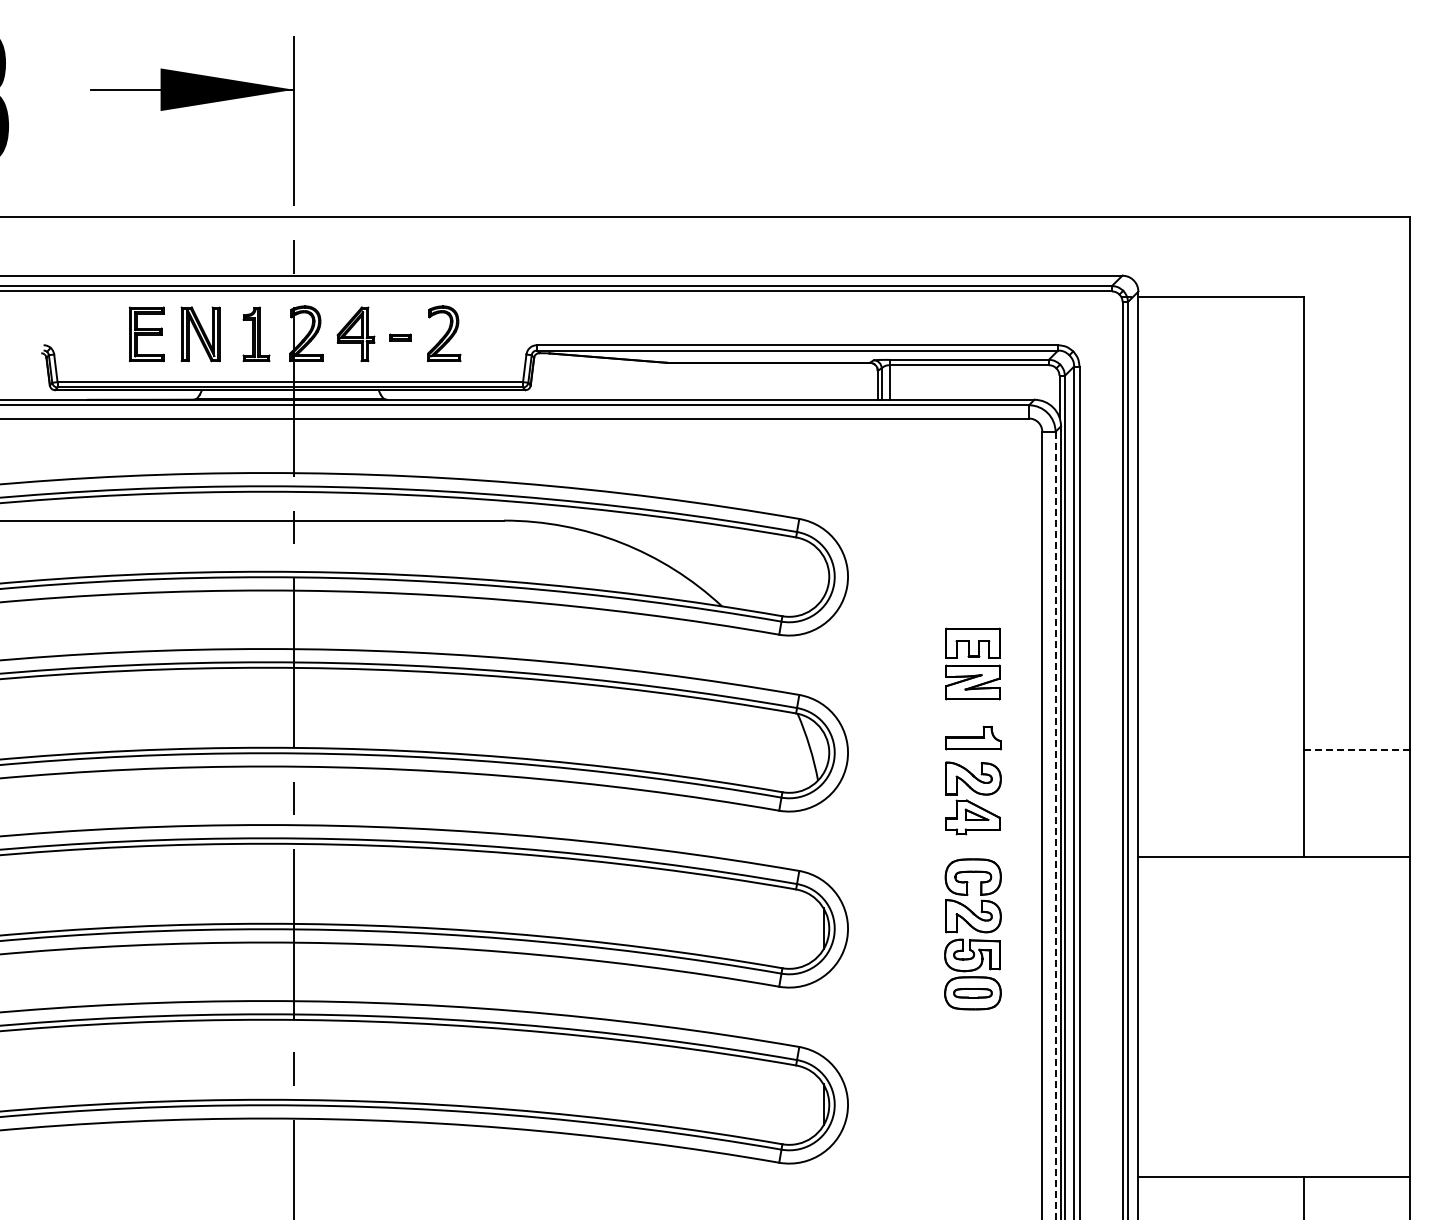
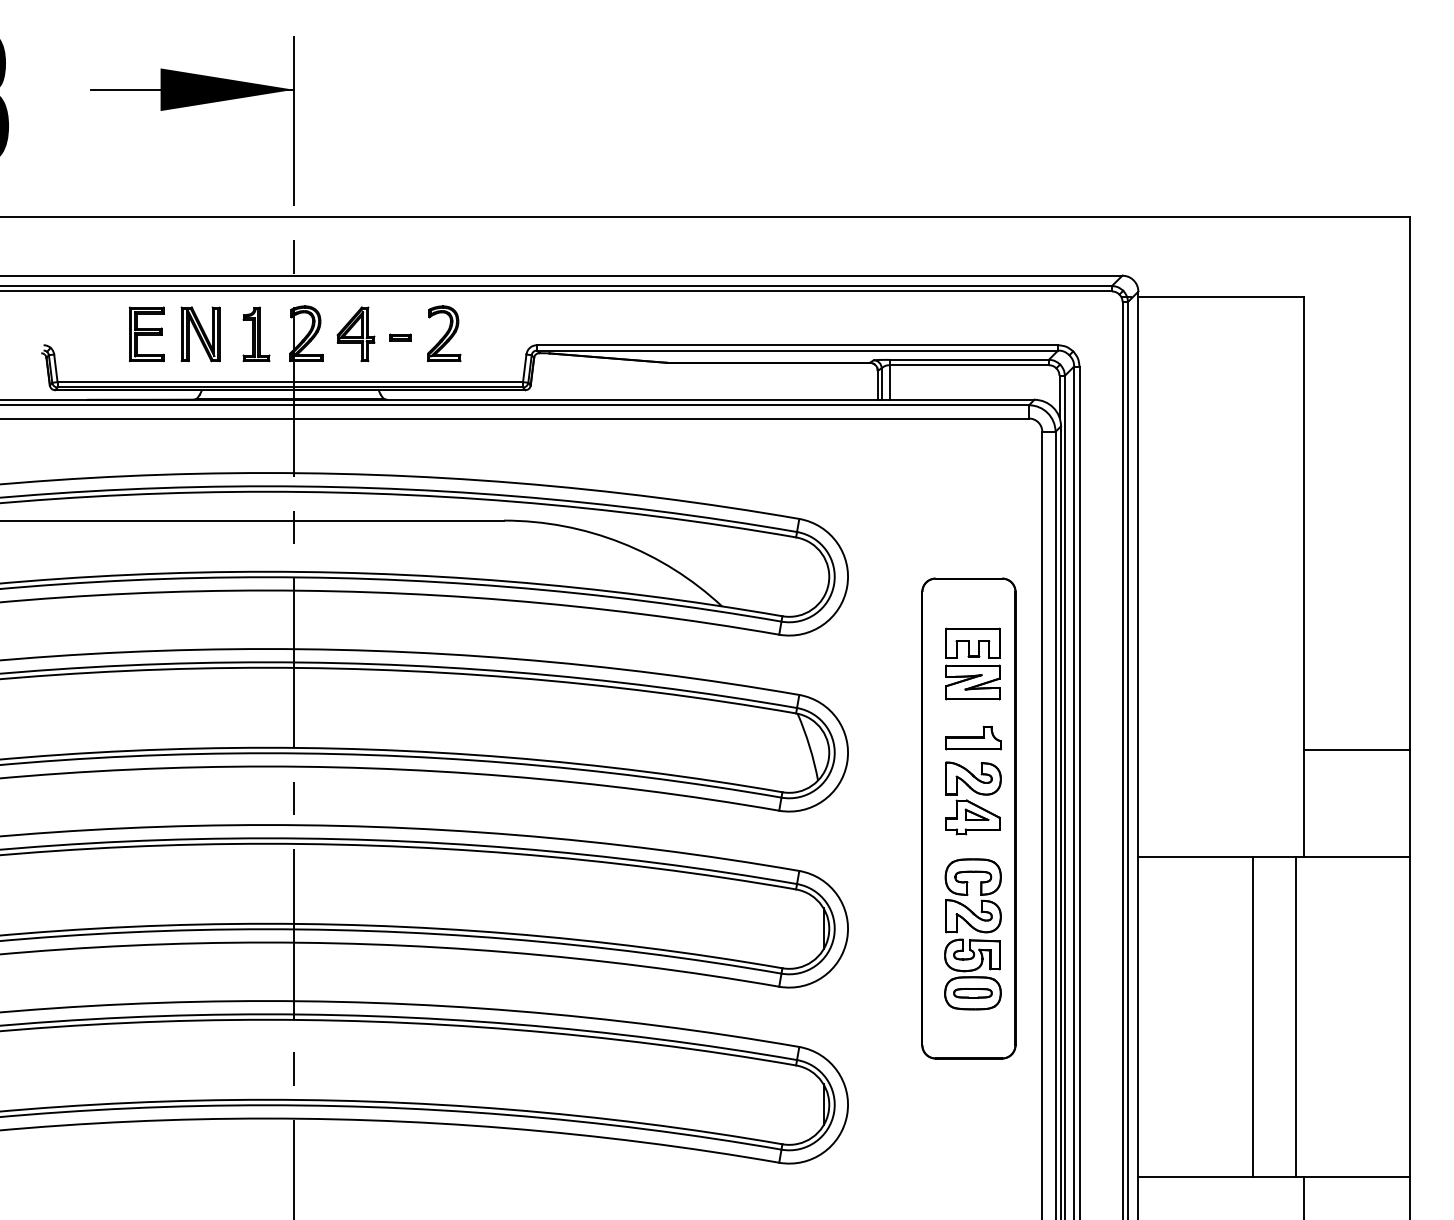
line at (1357, 749): dashed -> solid
part at (968, 818): none -> present
line at (1055, 825): dashed -> solid
line at (1253, 1016): none -> present
line at (1295, 1016): none -> present
